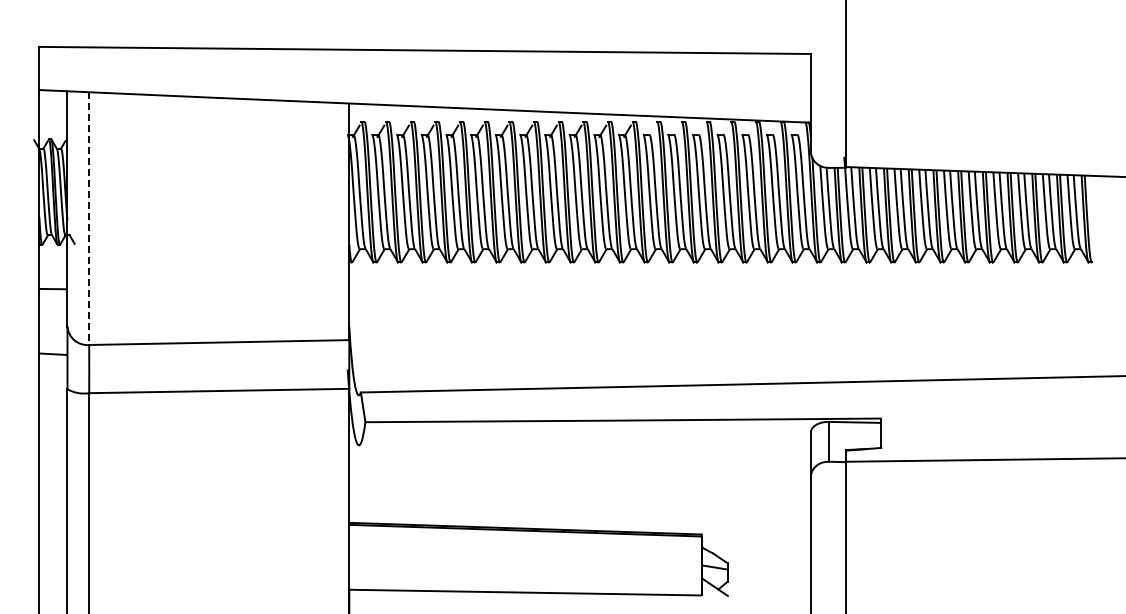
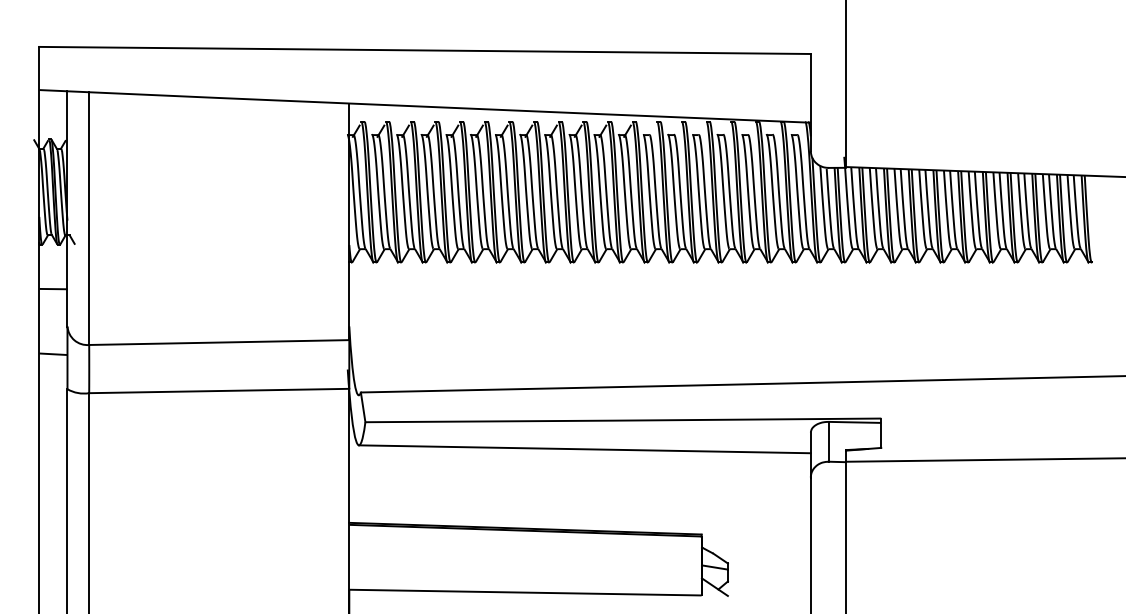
line at (89, 219): dashed -> solid
line at (584, 449): none -> present
